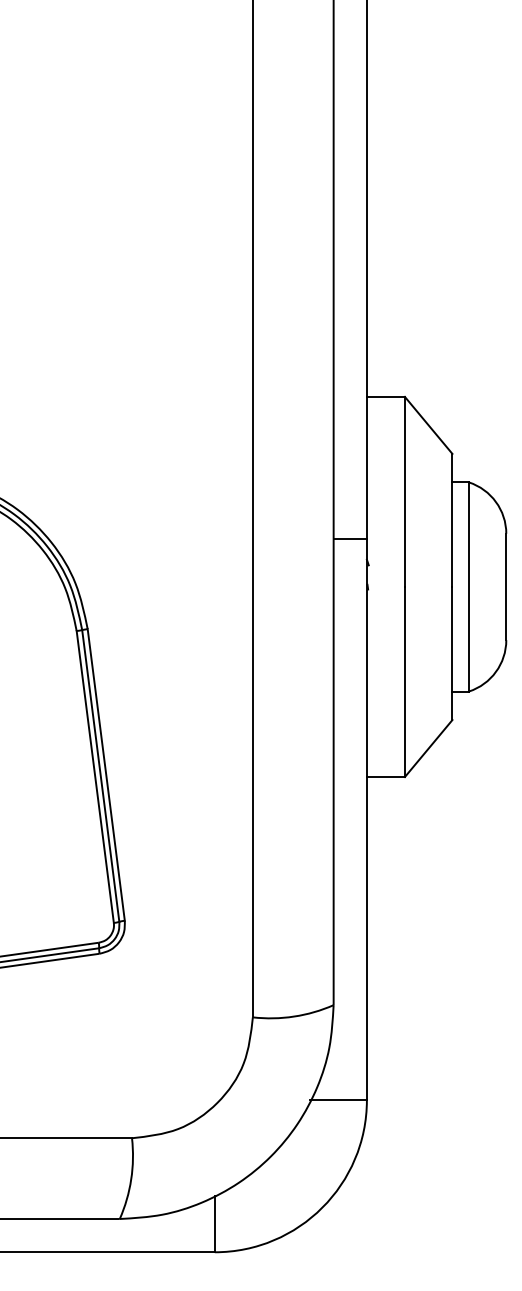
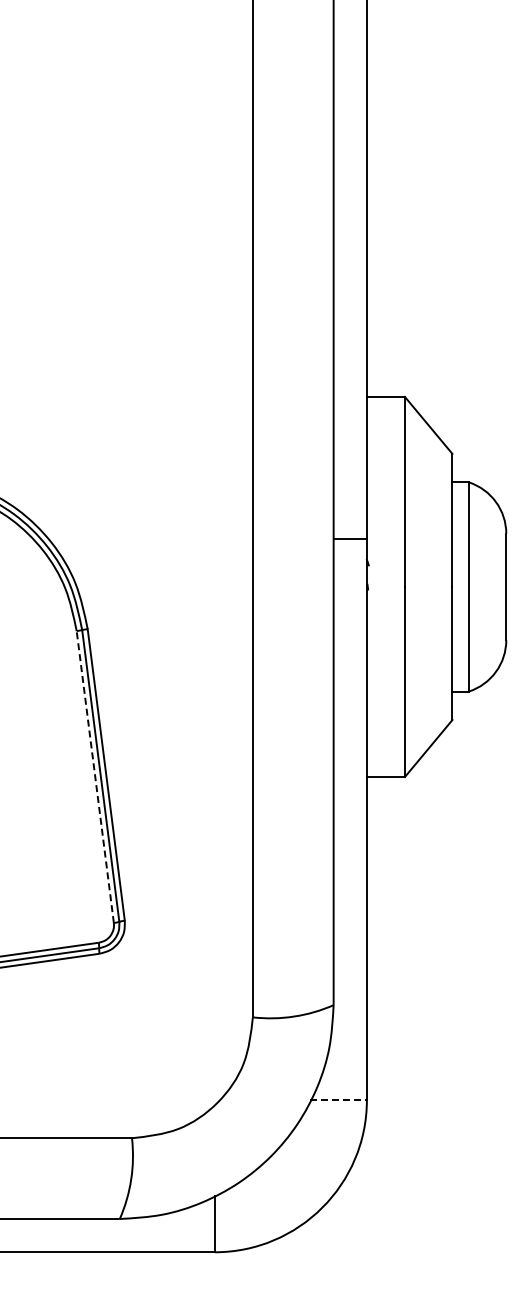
line at (95, 776): solid -> dashed
line at (339, 1100): solid -> dashed
